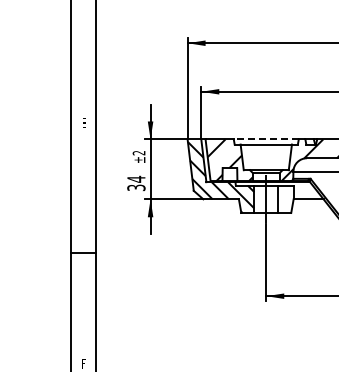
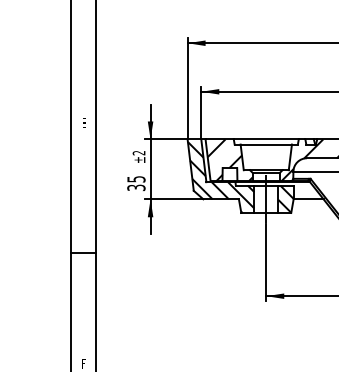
line at (265, 139): dashed -> solid
text at (136, 178): 34 -> 35
hatch at (285, 198): none -> present
